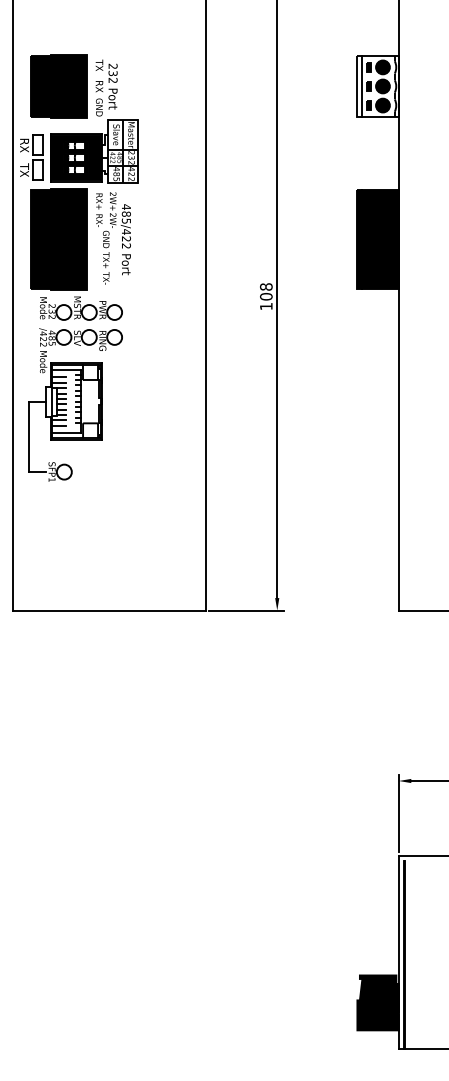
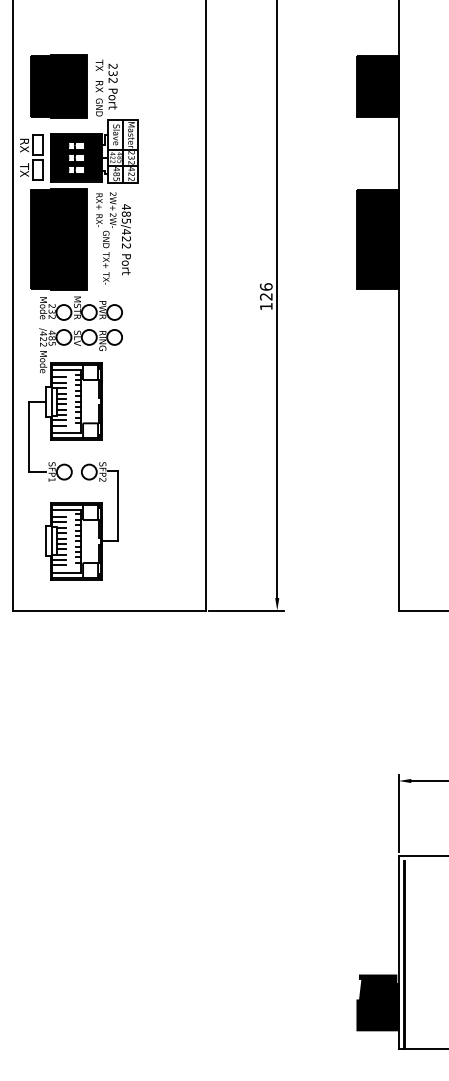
fill at (377, 86): none -> present
text at (266, 291): 108 -> 126
part at (81, 521): none -> present
